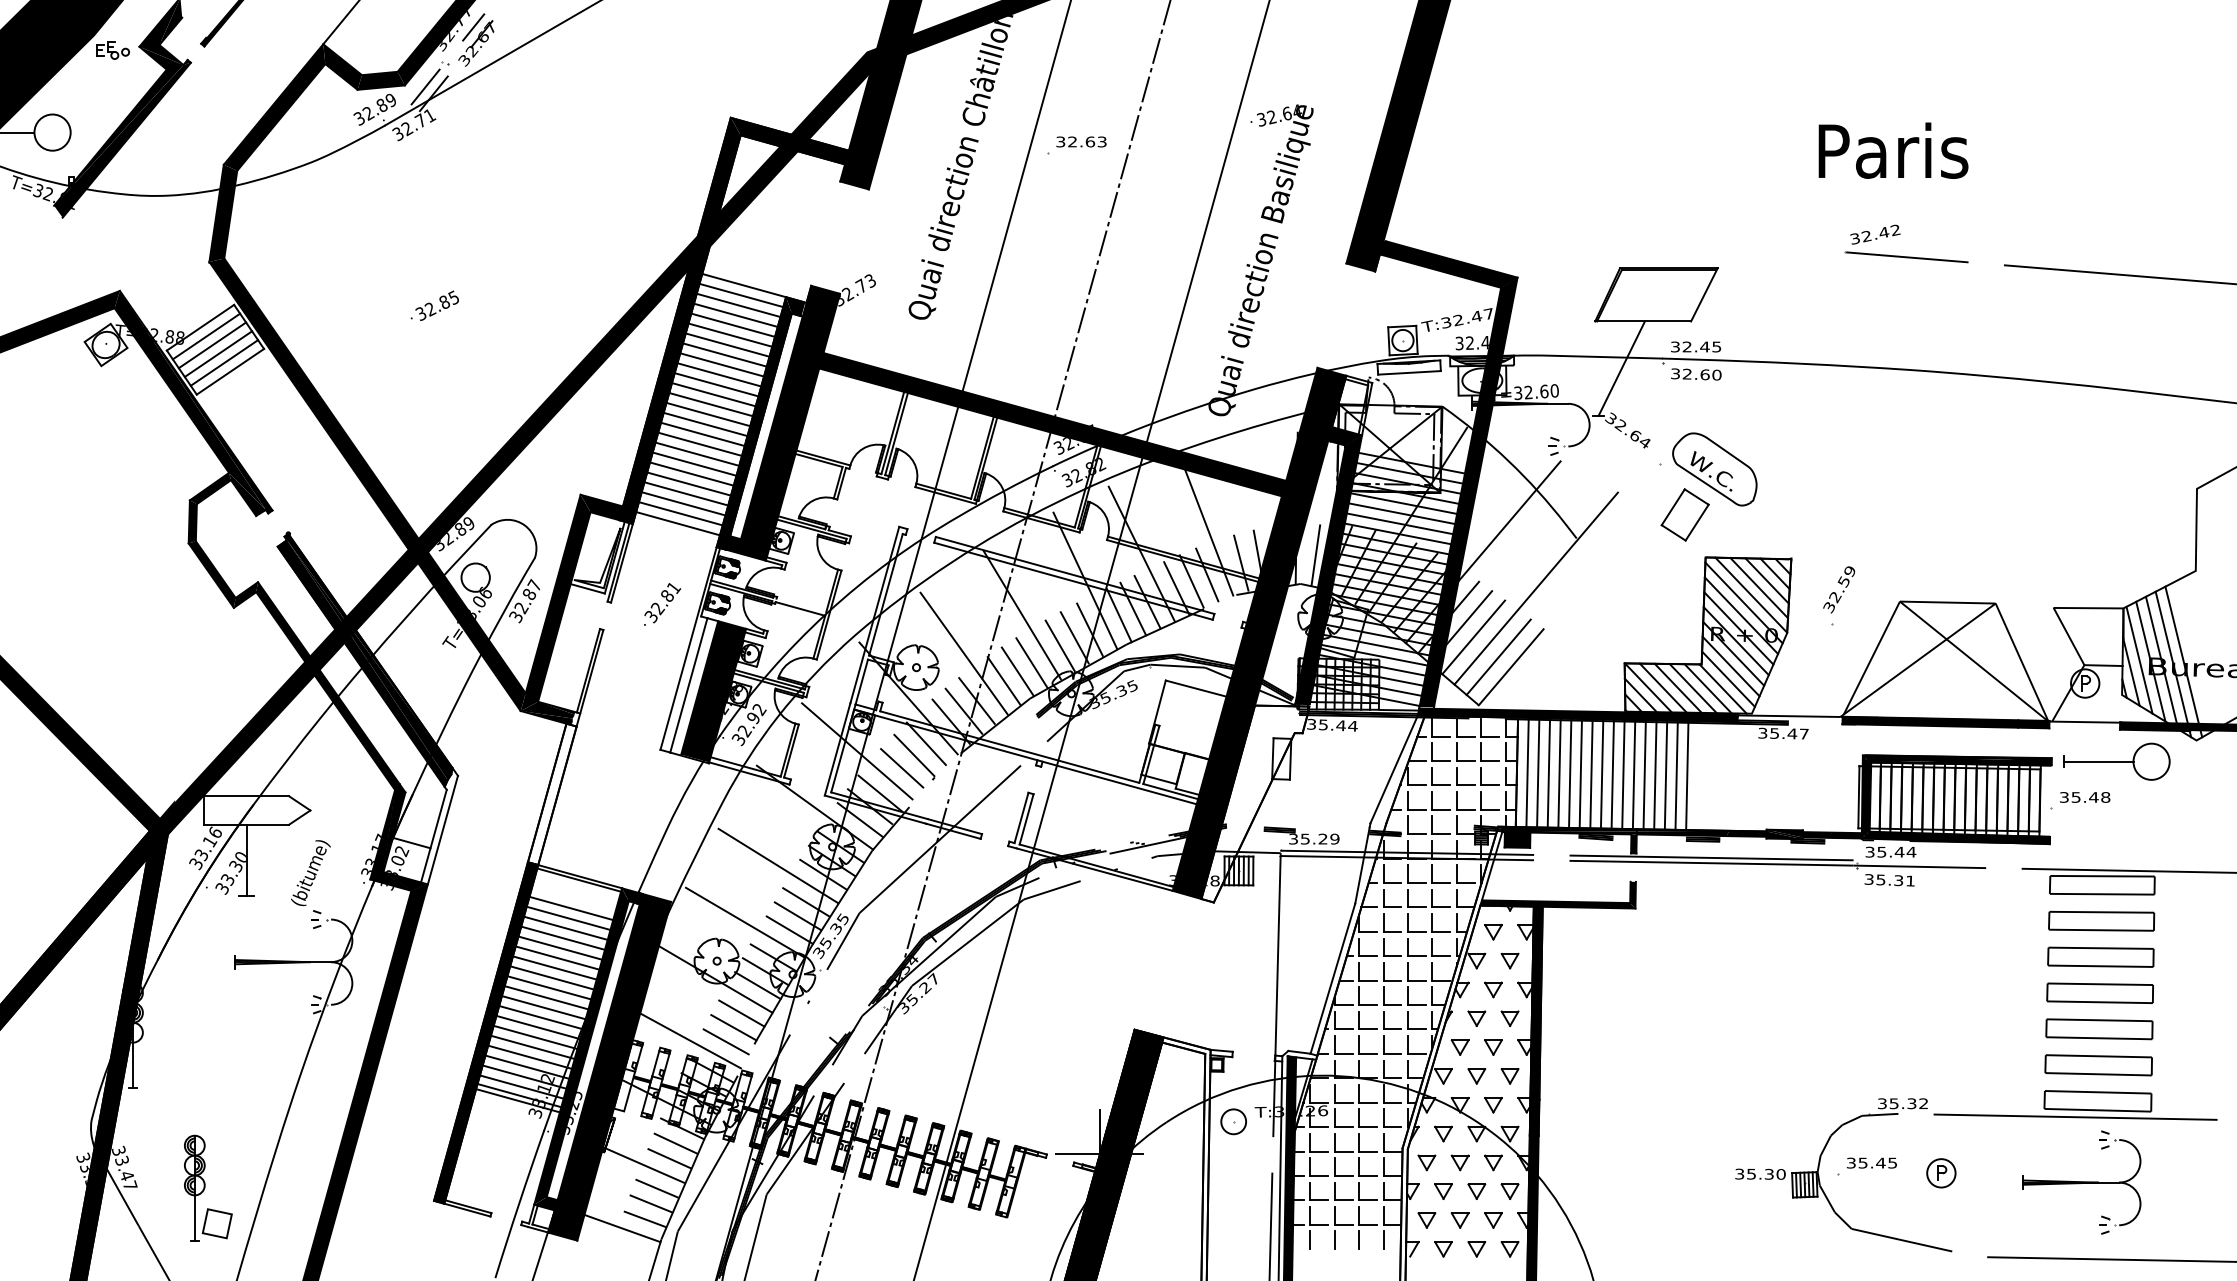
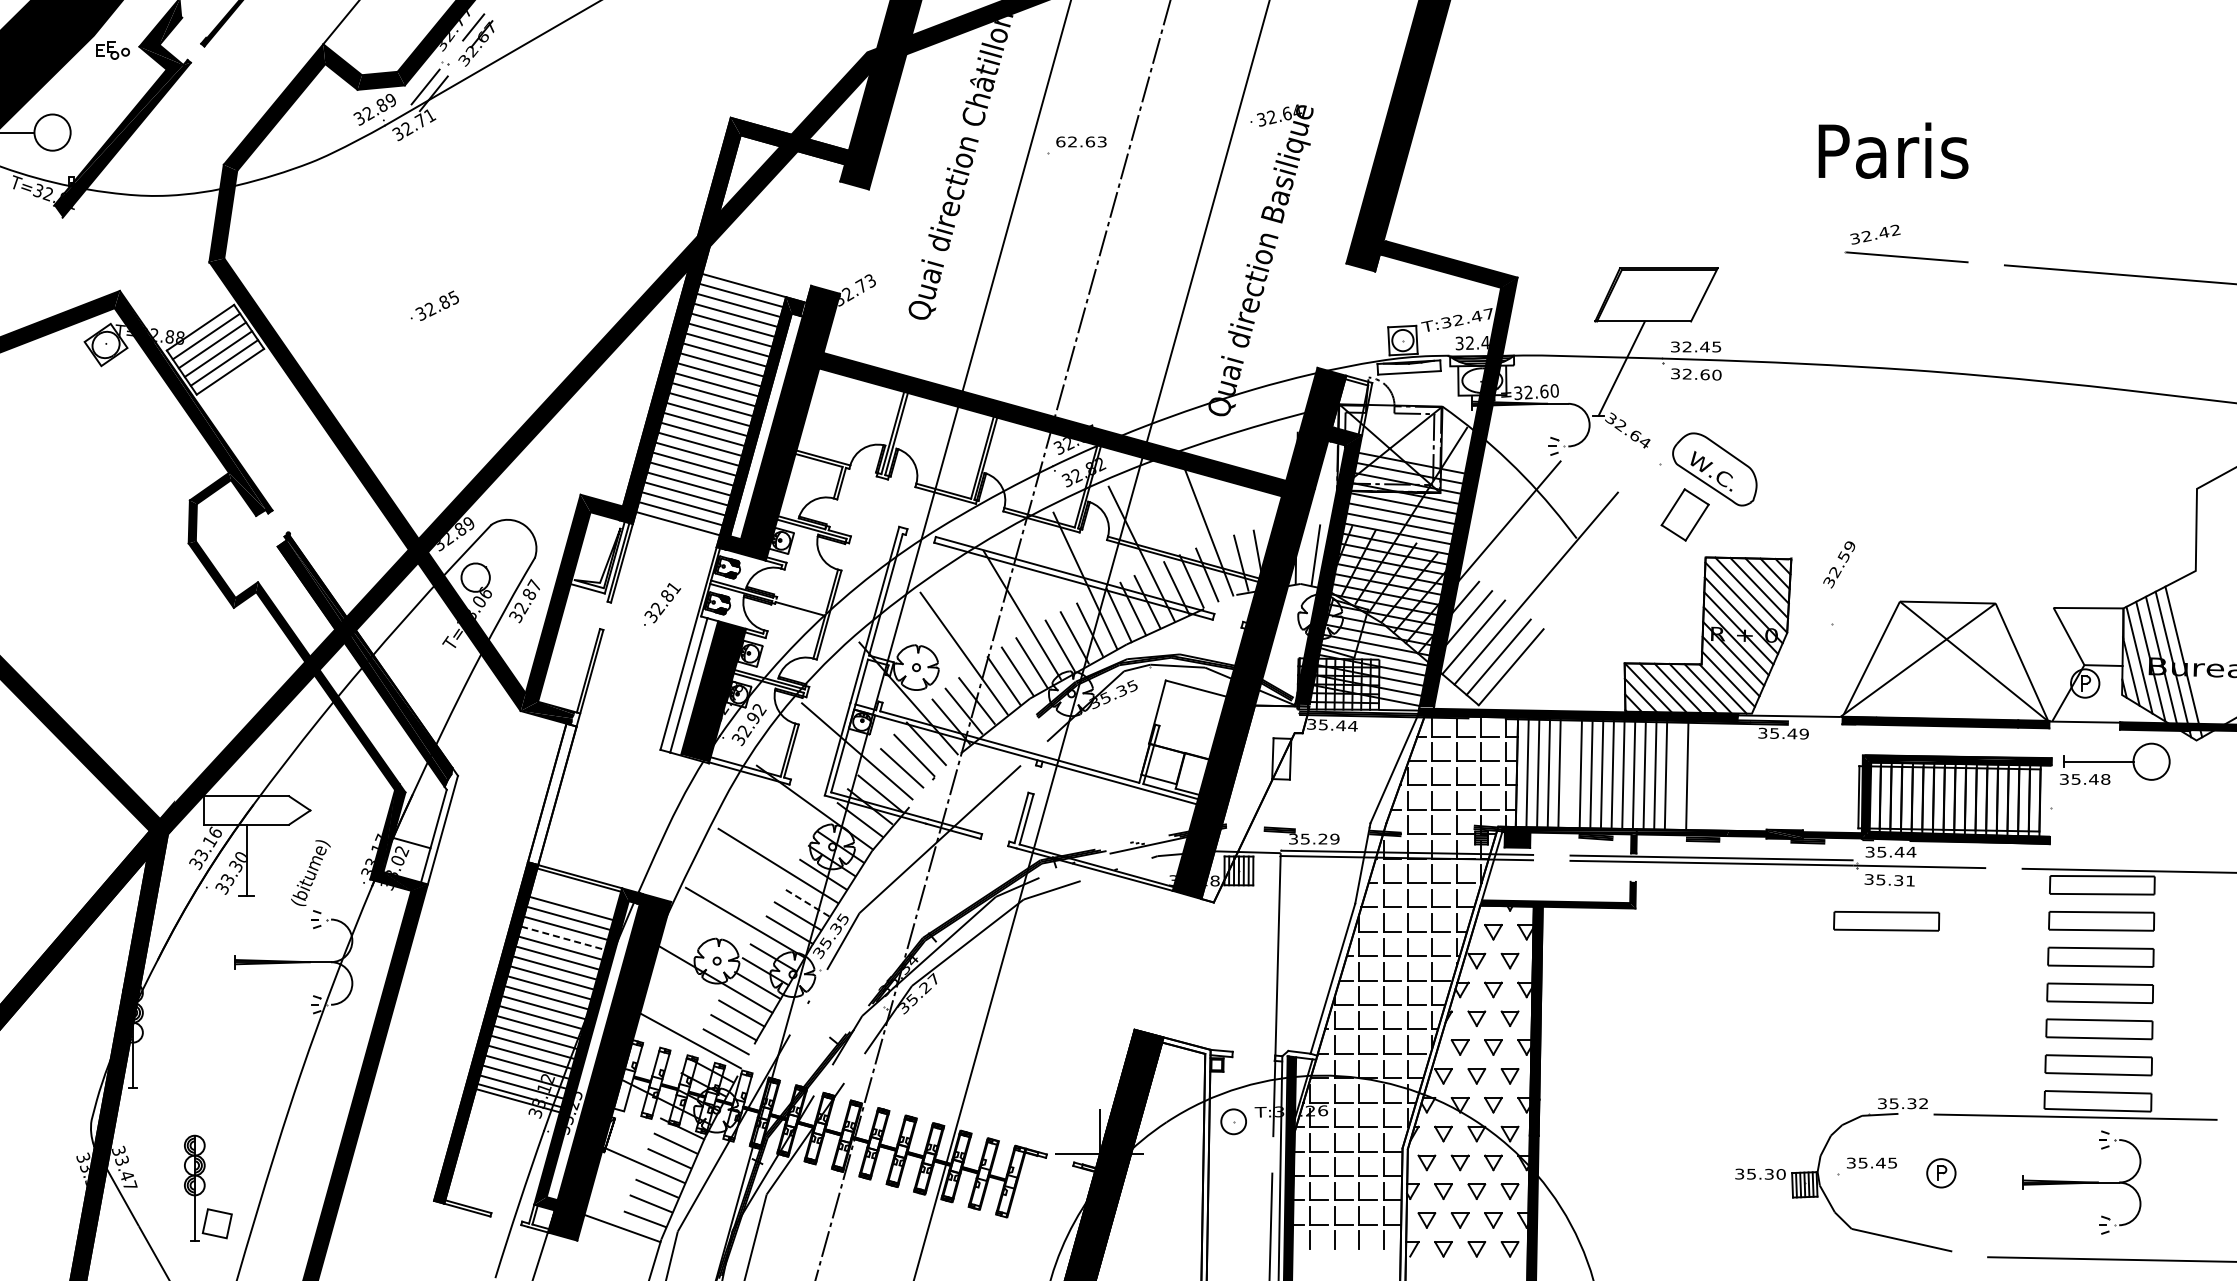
text at (1060, 141): 32.63 -> 62.63
text at (1839, 589) position: (1839, 589) -> (1839, 564)
text at (1803, 733): 35.47 -> 35.49
line at (1570, 773): present -> none
line at (1676, 774): present -> none
text at (2085, 797) position: (2085, 797) -> (2085, 779)
line at (805, 902): solid -> dashed
part at (1886, 920): none -> present
line at (563, 938): solid -> dashed
